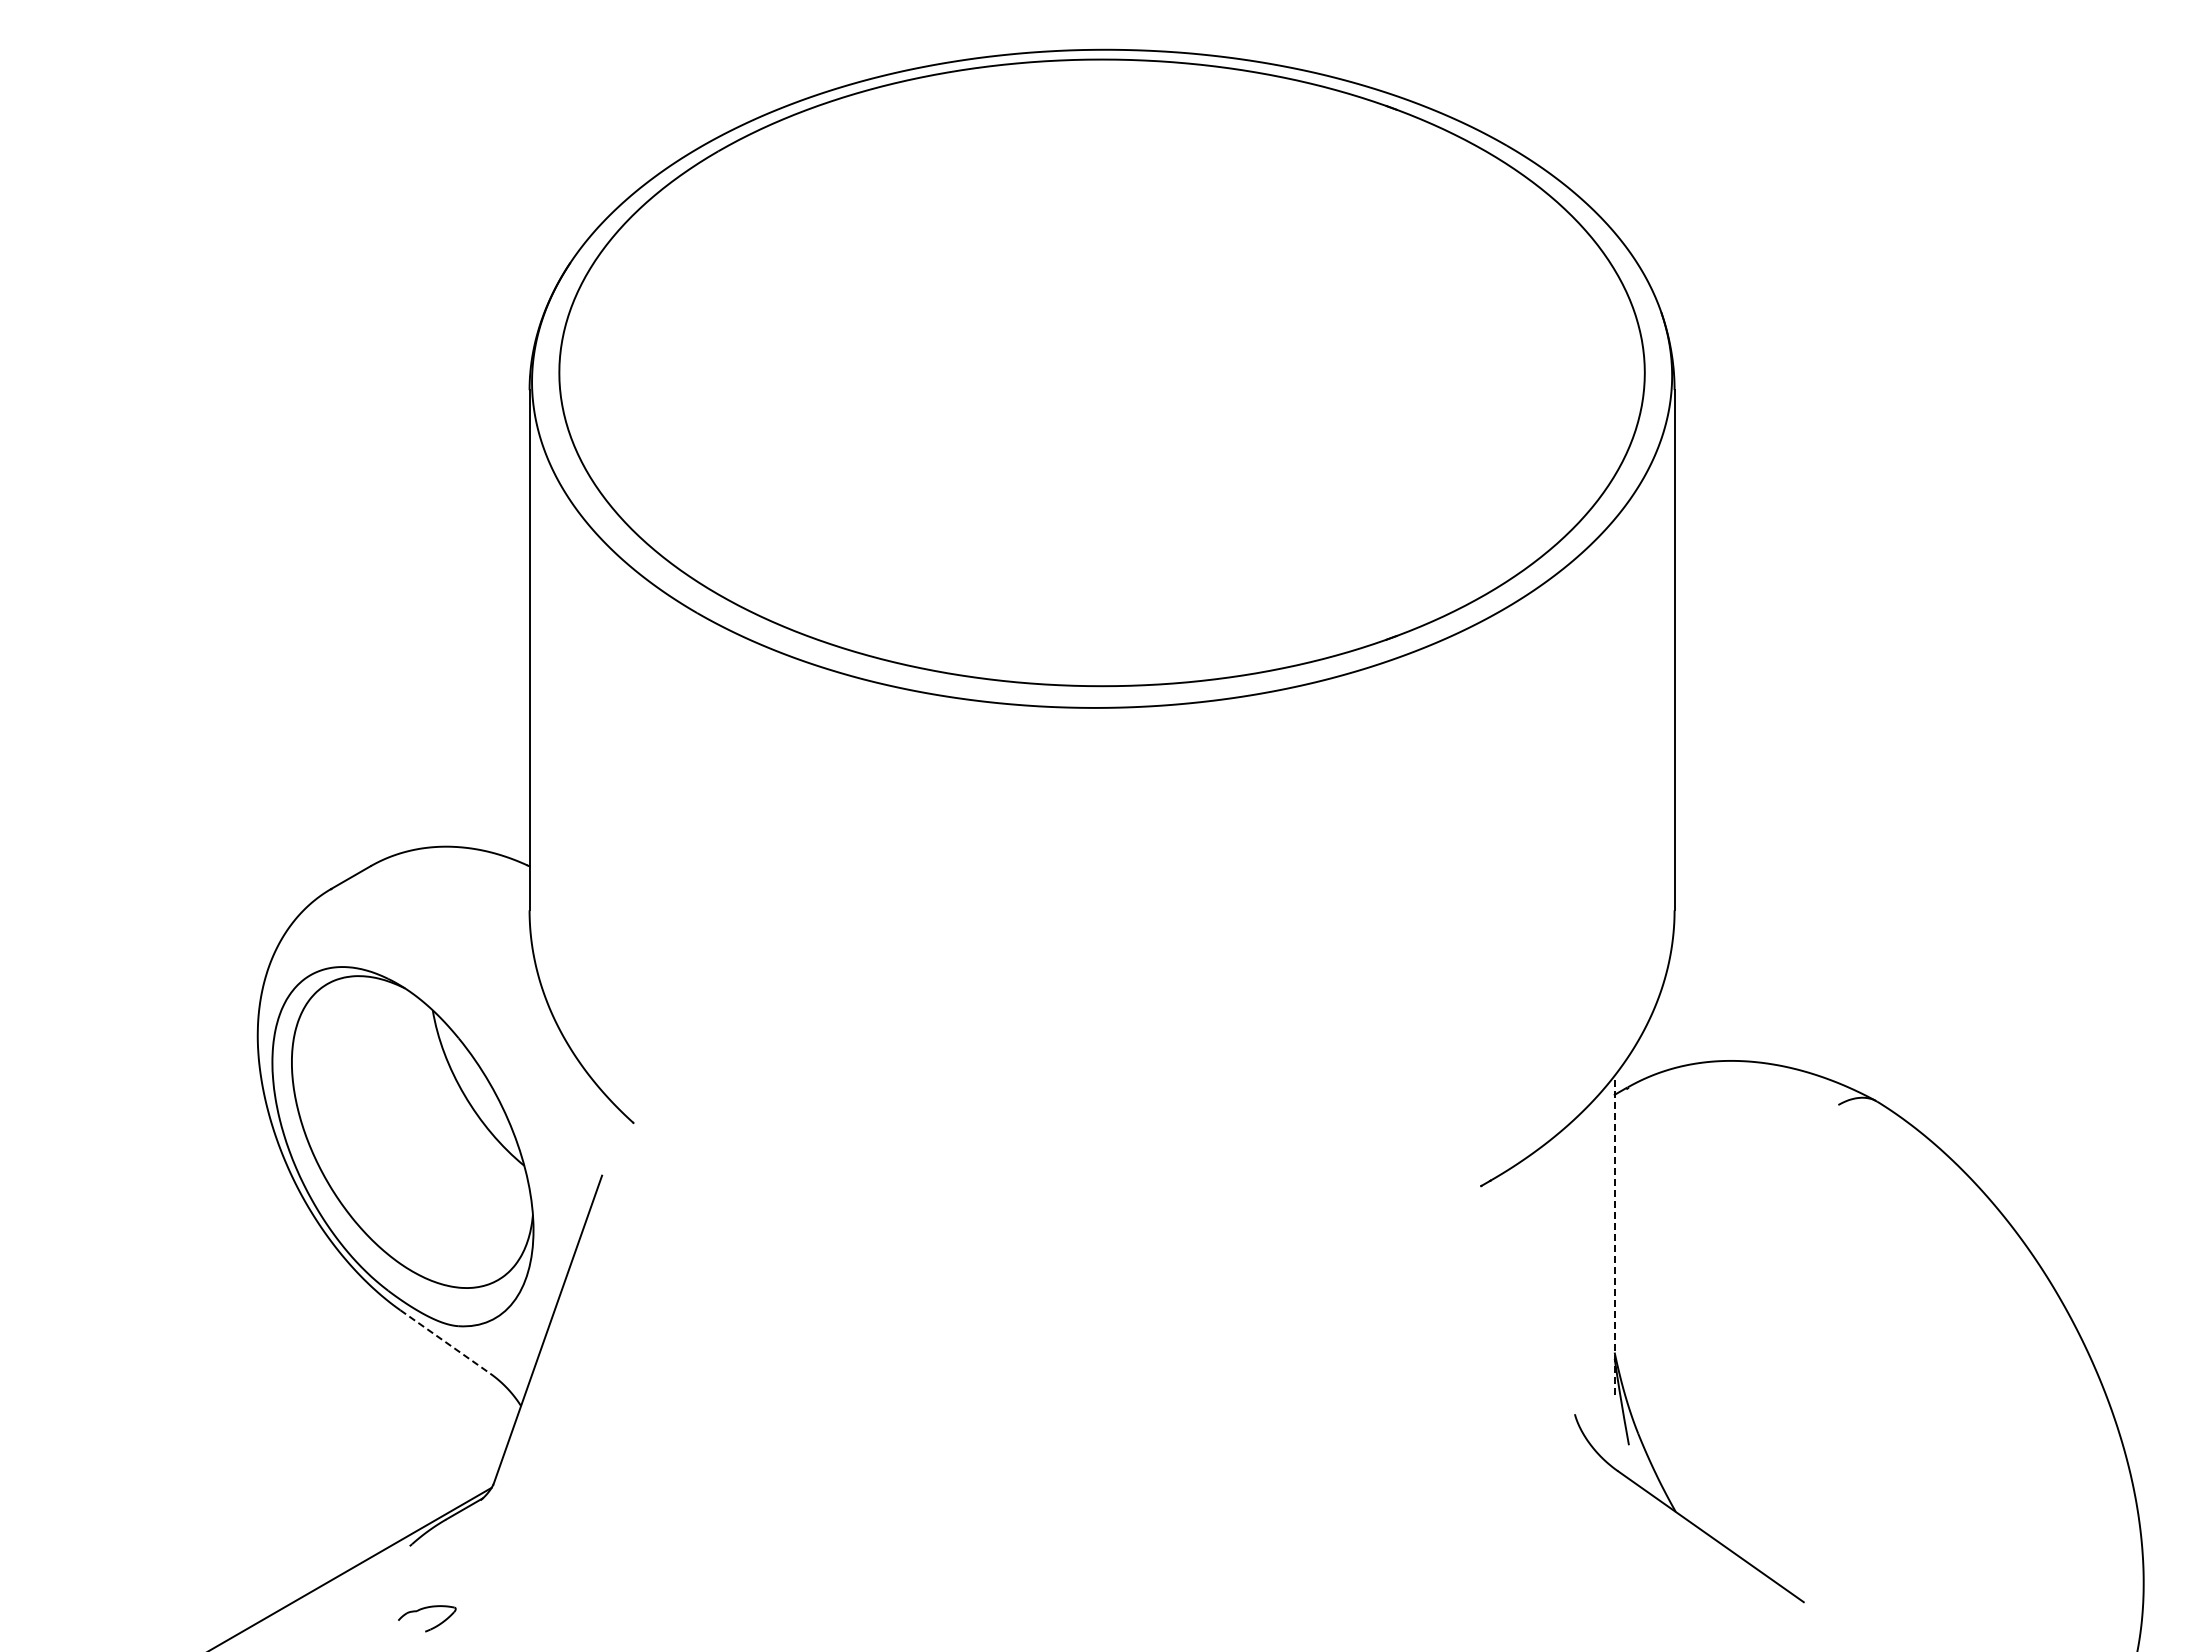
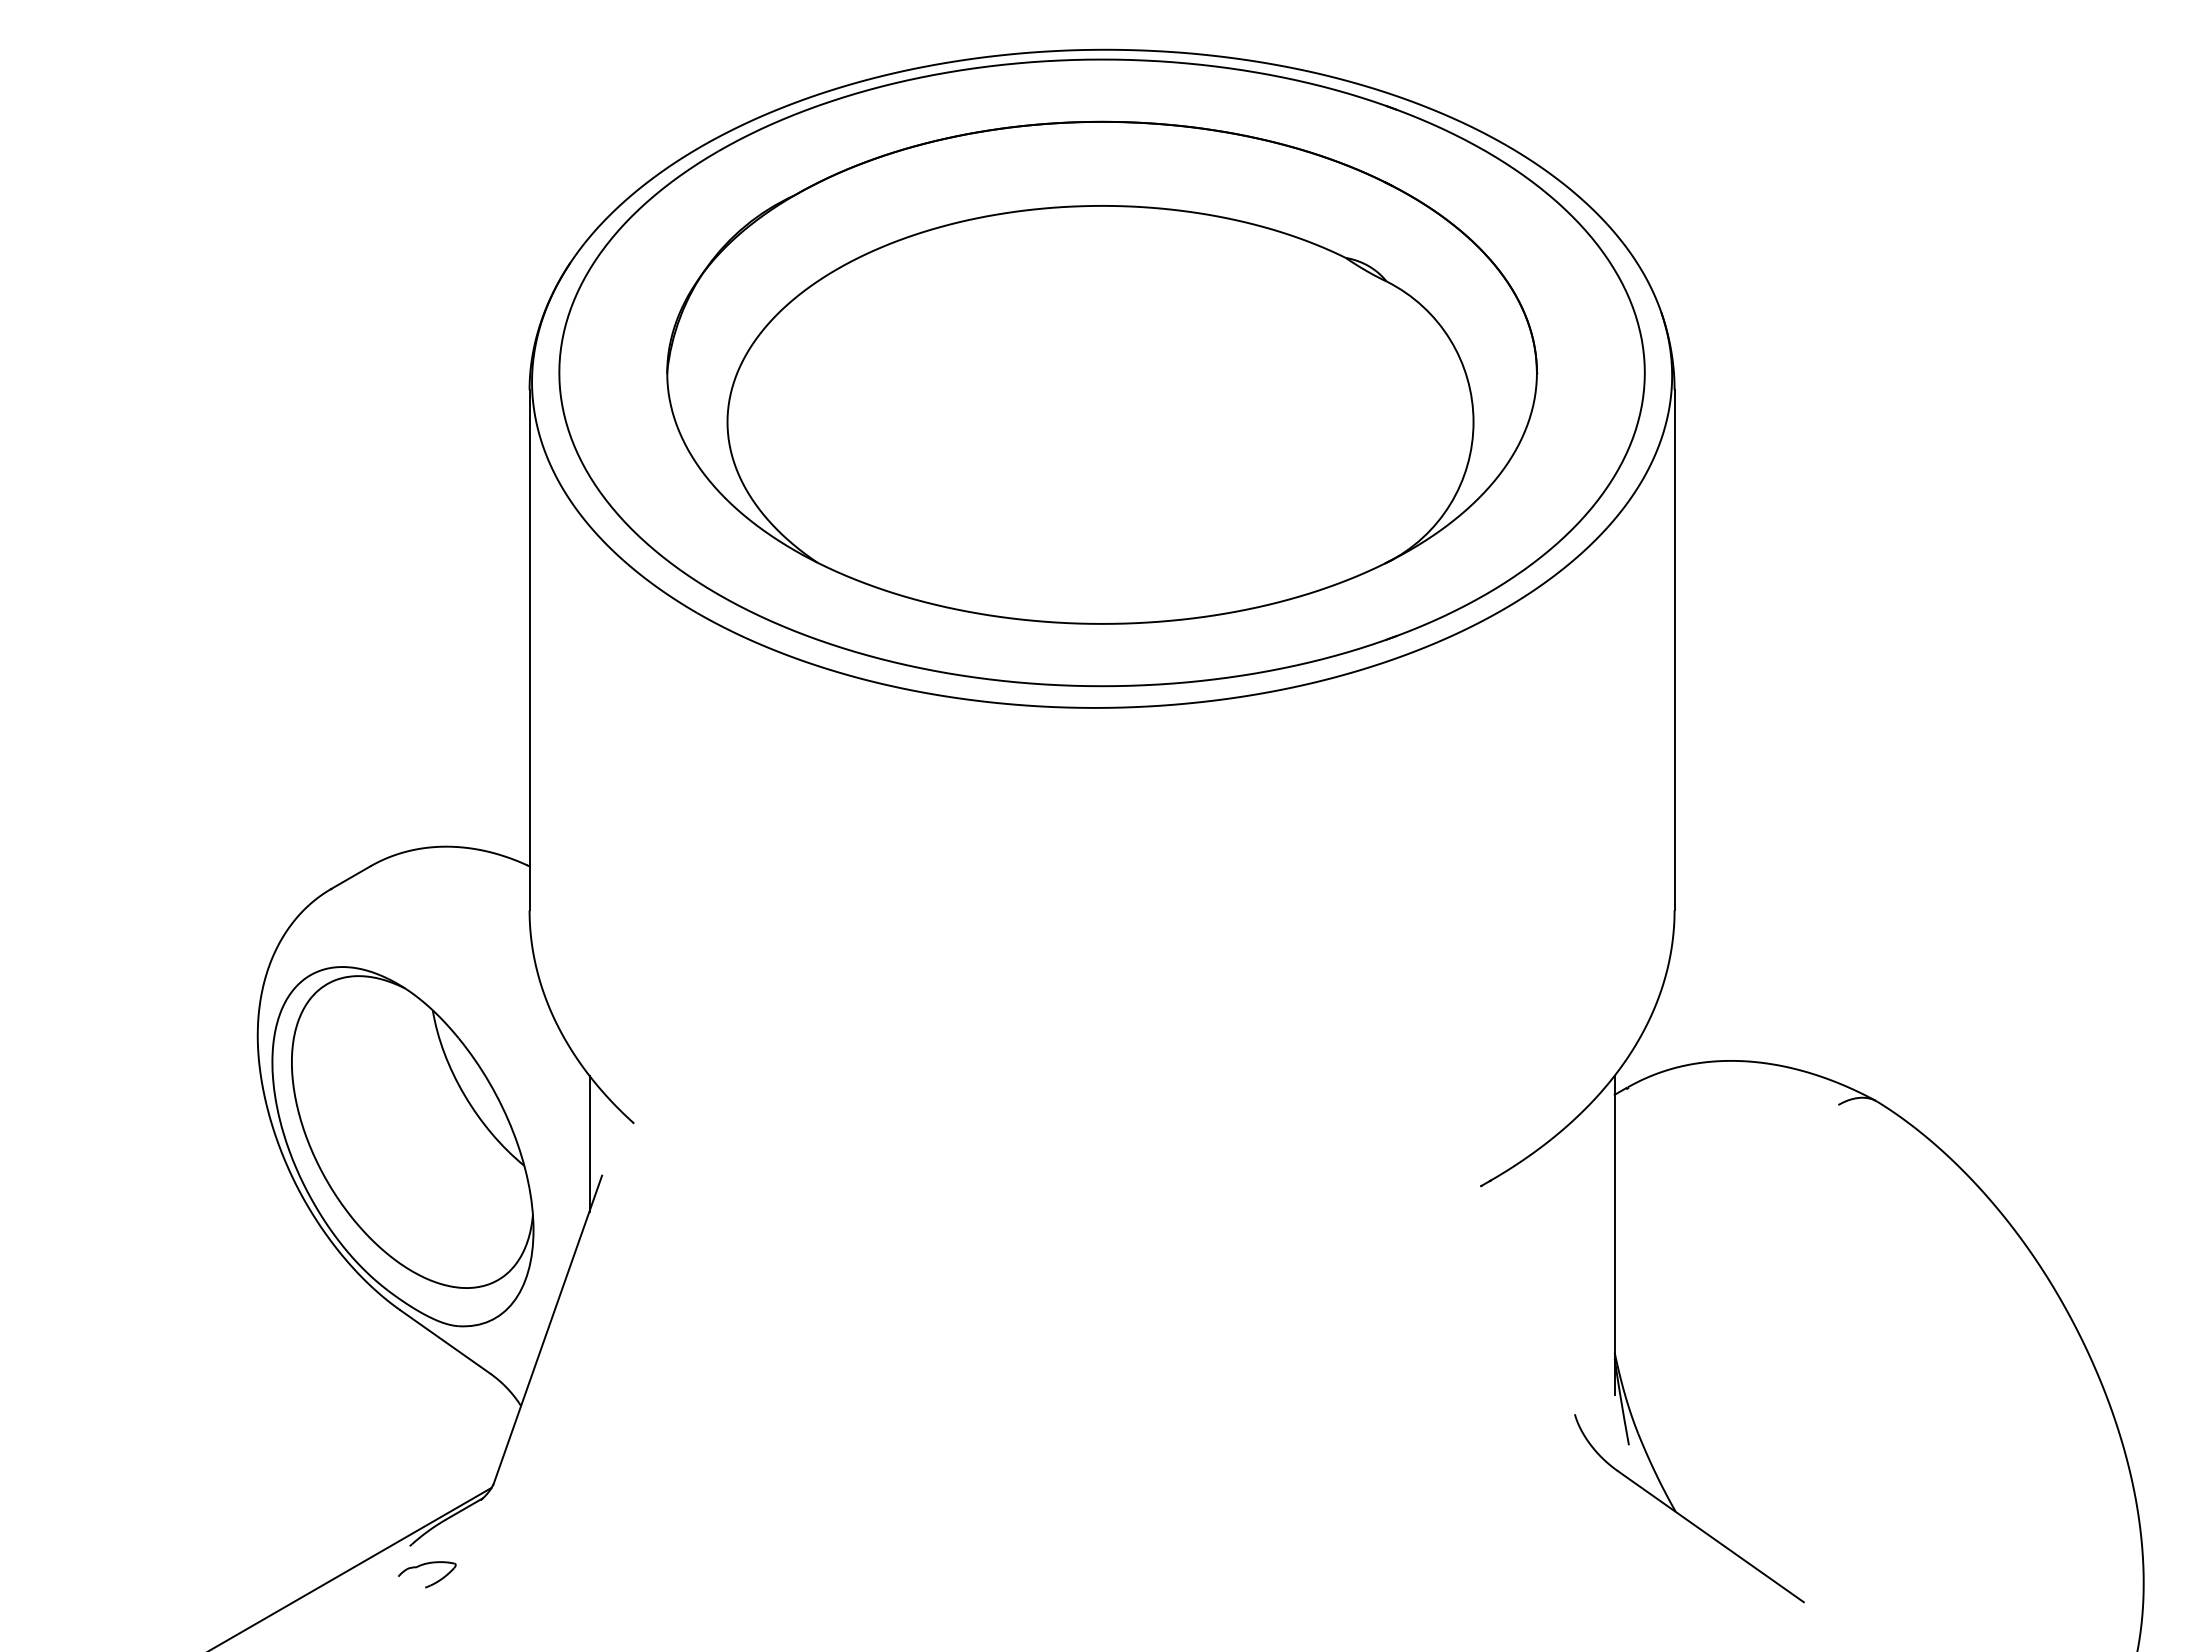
part at (1102, 372): none -> present
line at (589, 1143): none -> present
line at (1614, 1235): dashed -> solid
line at (445, 1342): dashed -> solid
part at (423, 1609) position: (423, 1609) -> (423, 1565)
